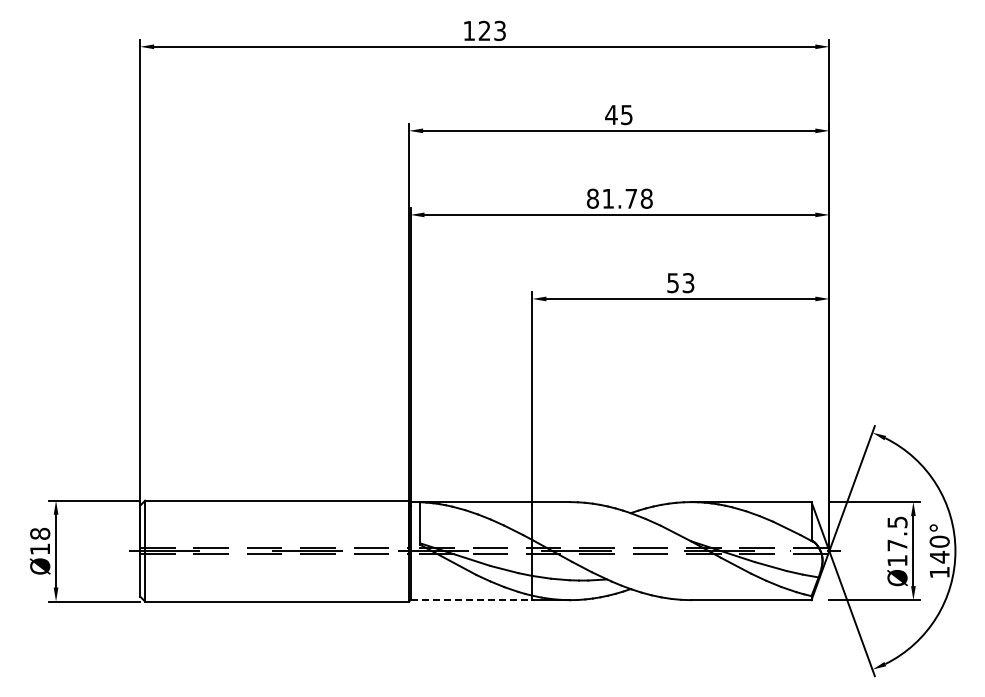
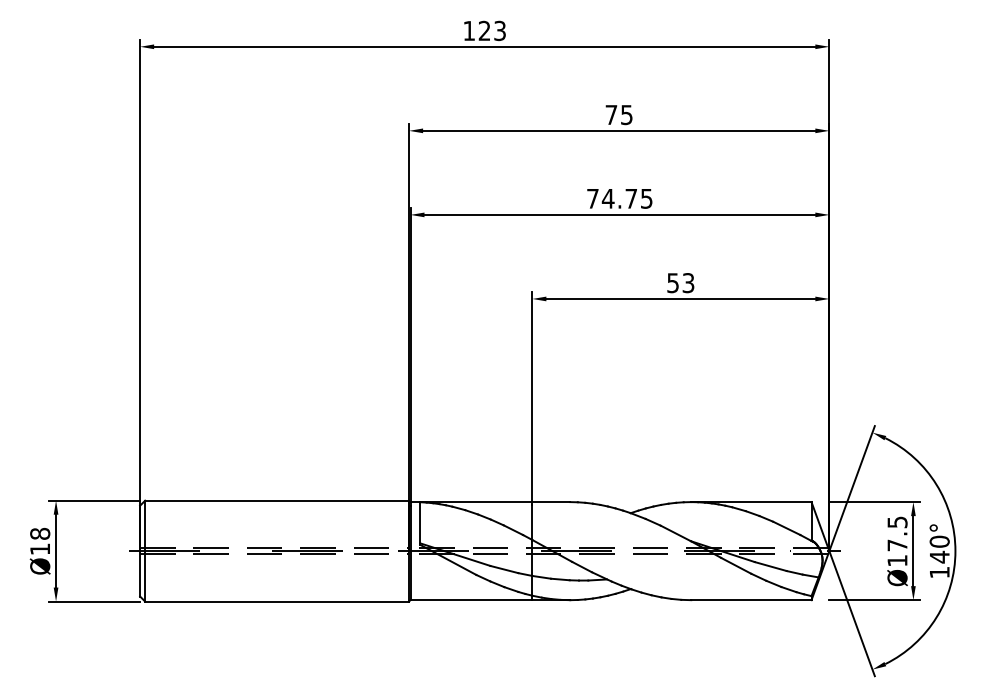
text at (611, 114): 45 -> 75
text at (619, 198): 81.78 -> 74.75
line at (471, 600): dashed -> solid
